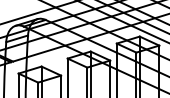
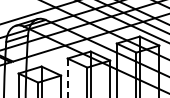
line at (67, 78): solid -> dashed
